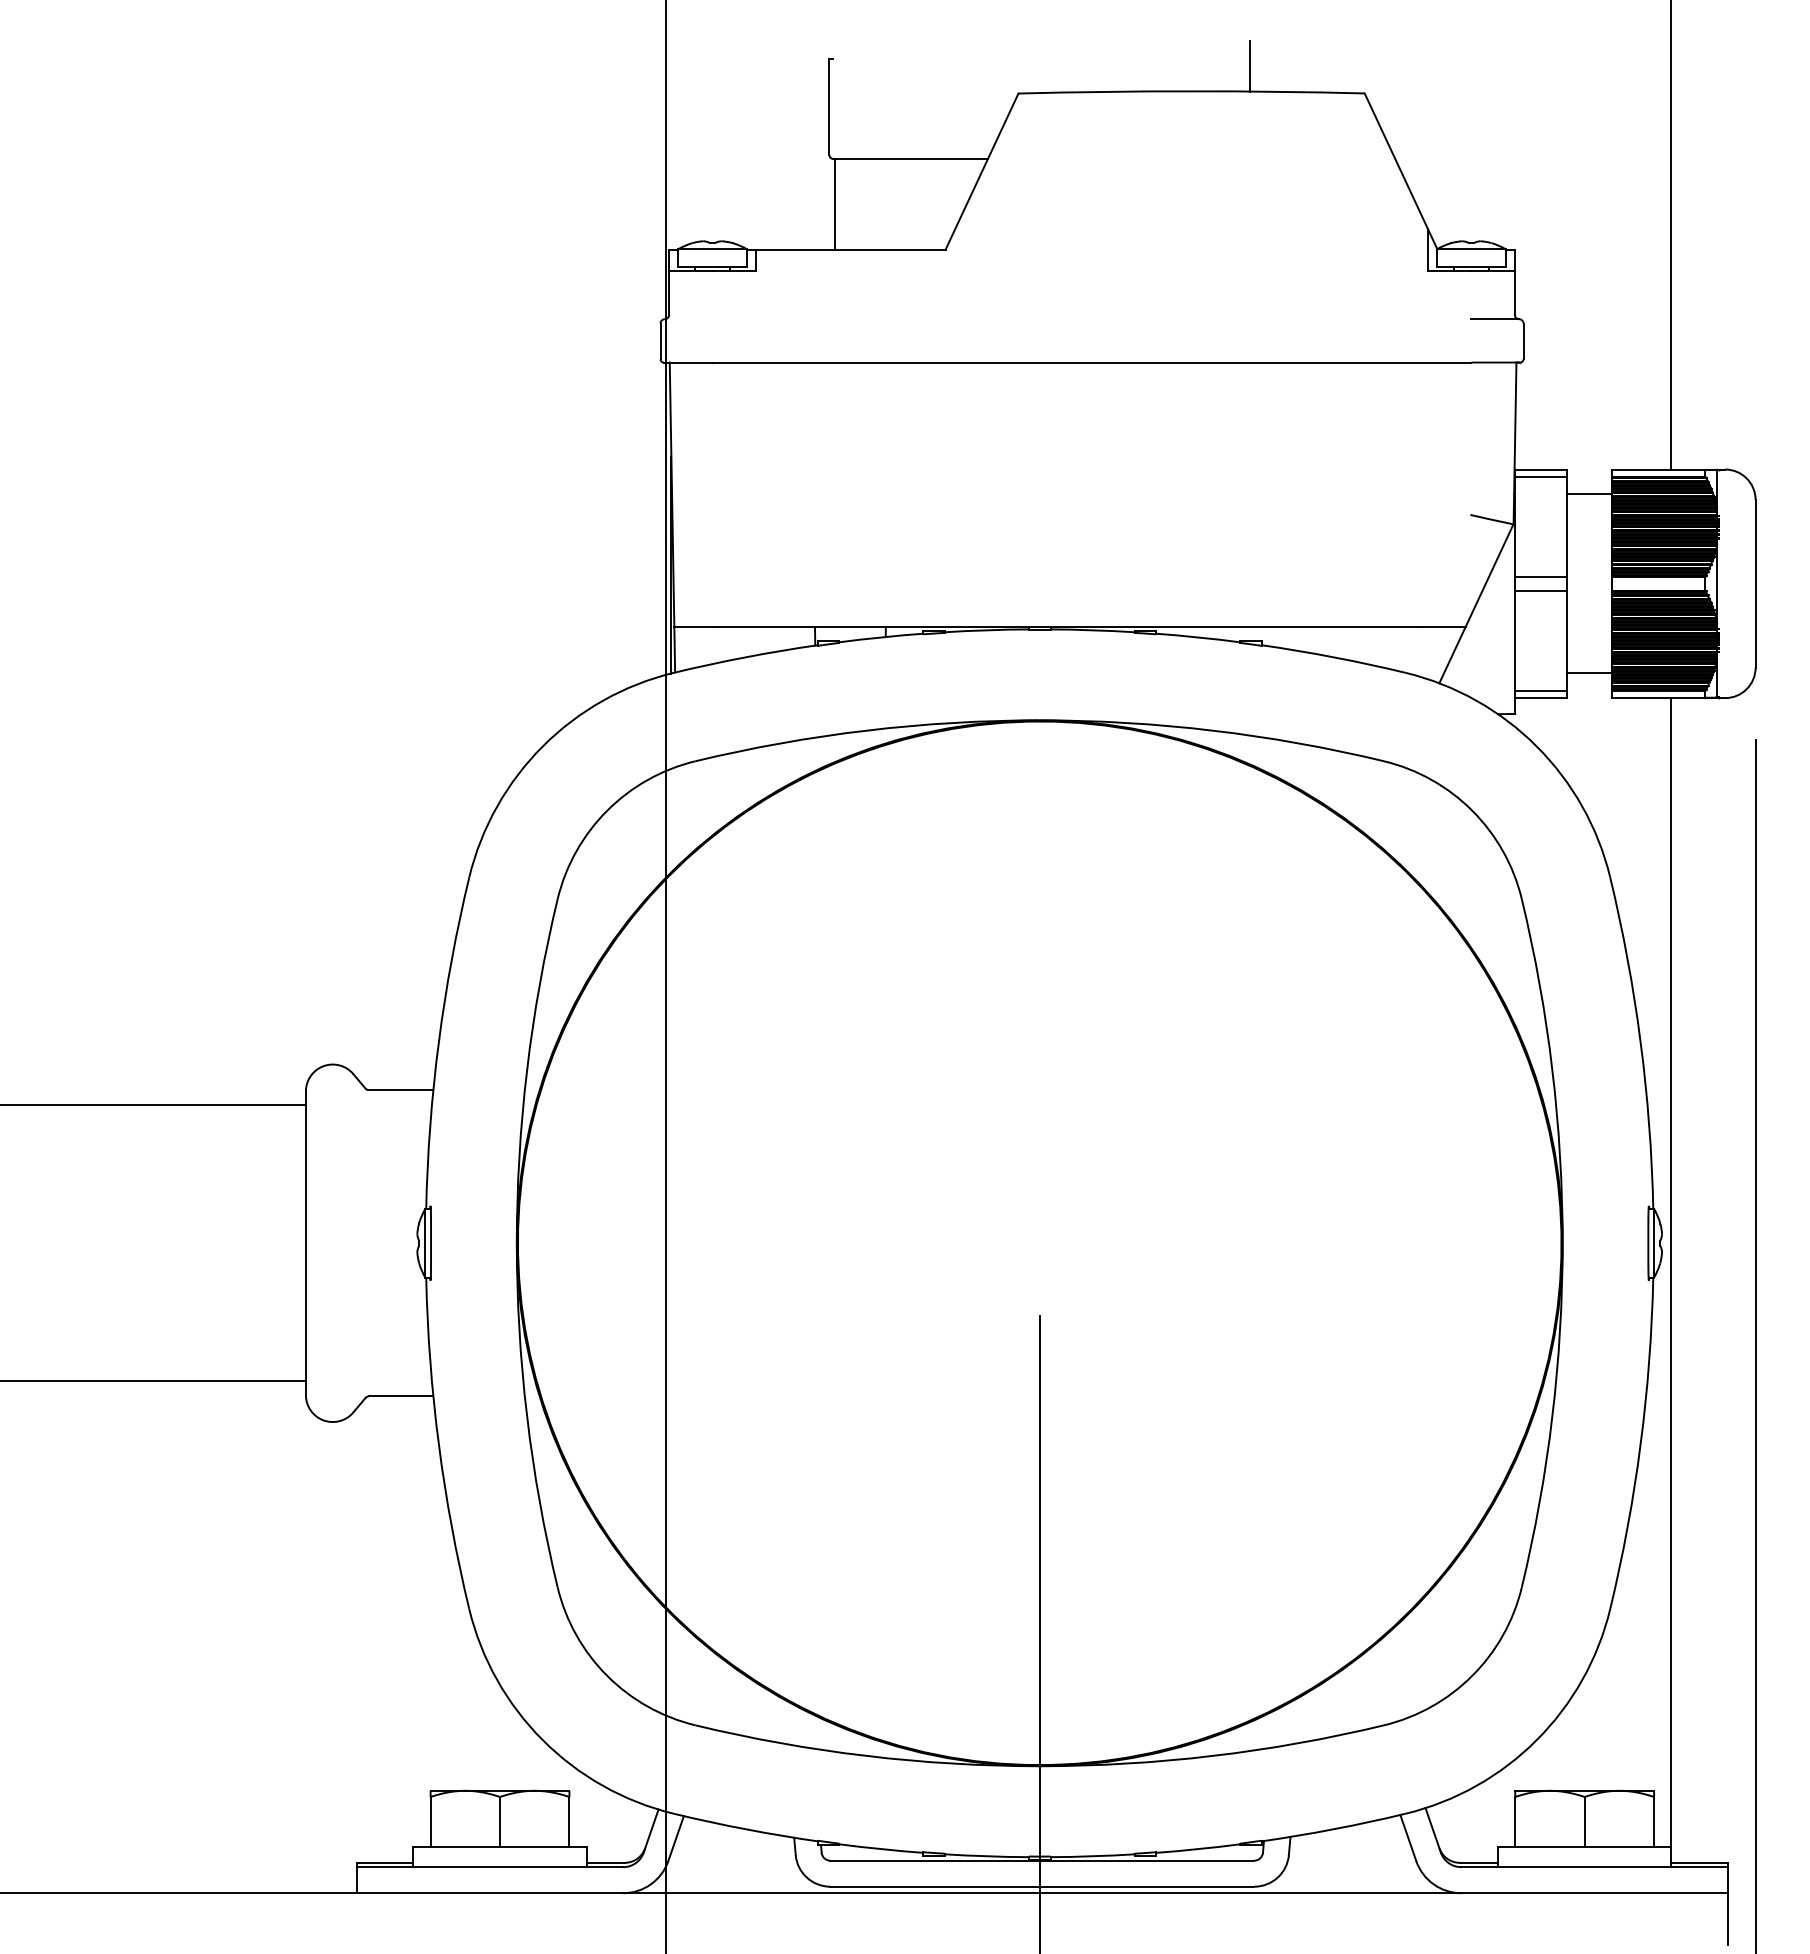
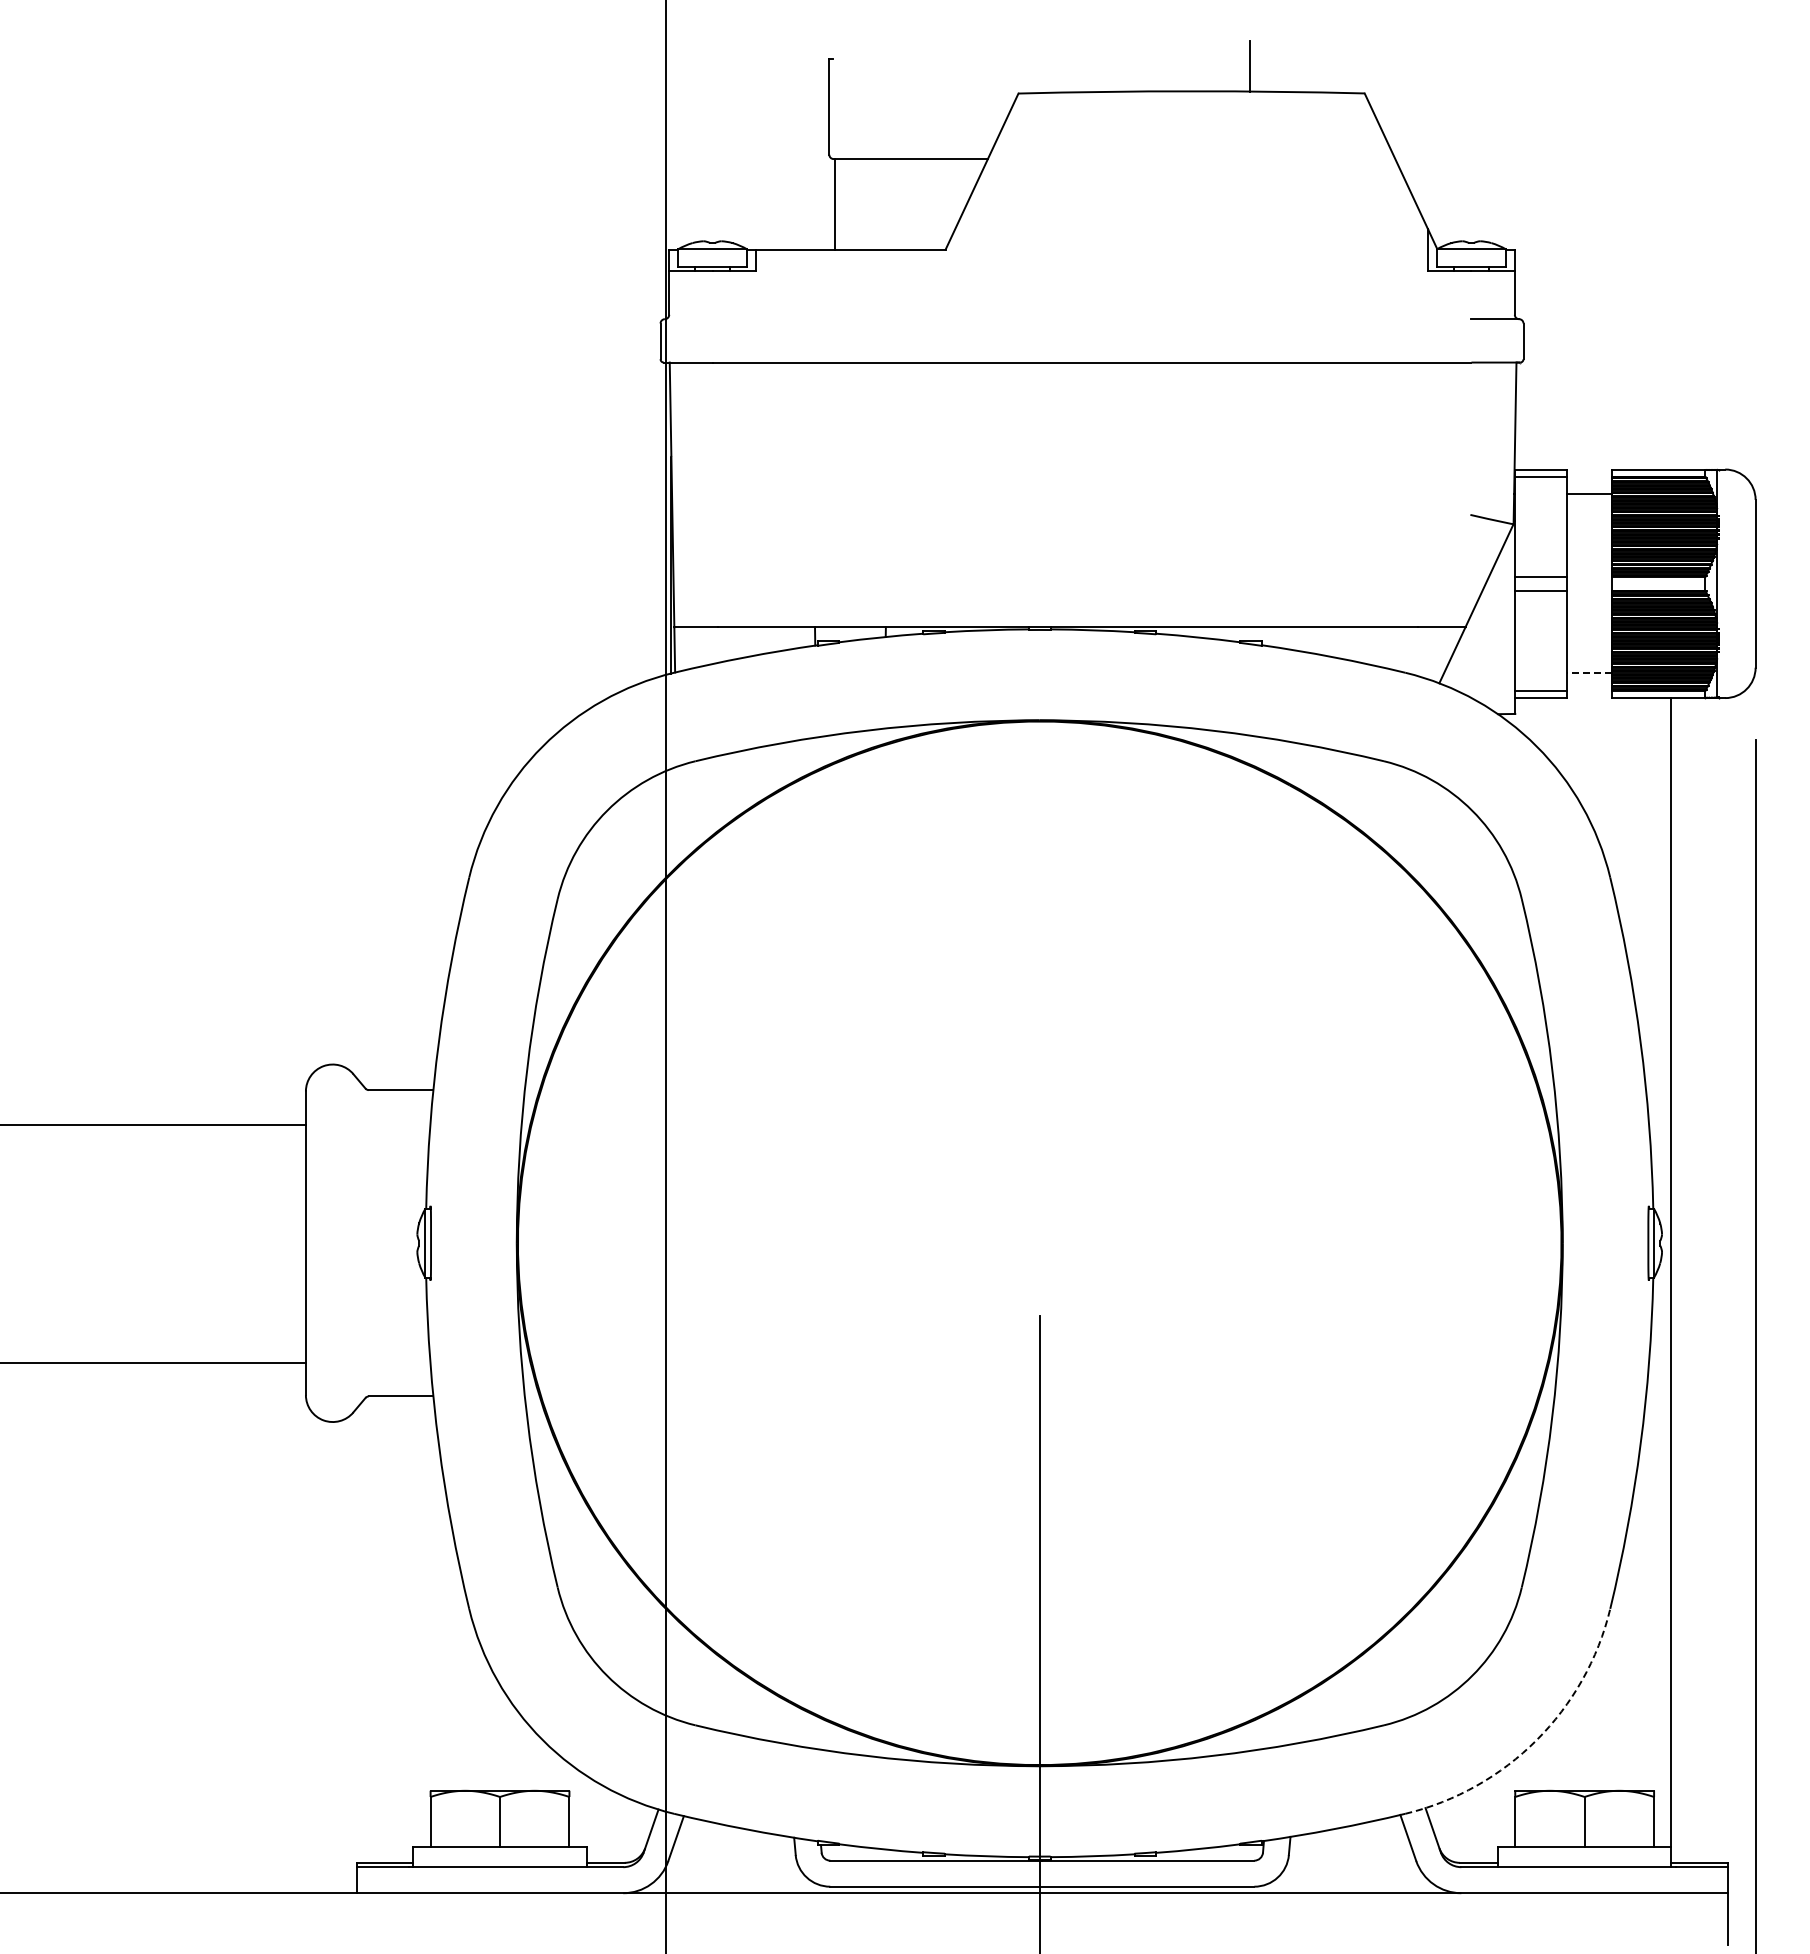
line at (1670, 235): present -> none
line at (1589, 673): solid -> dashed
line at (153, 1105) position: (153, 1105) -> (153, 1125)
line at (153, 1381) position: (153, 1381) -> (153, 1363)
arc at (1536, 1740): solid -> dashed
